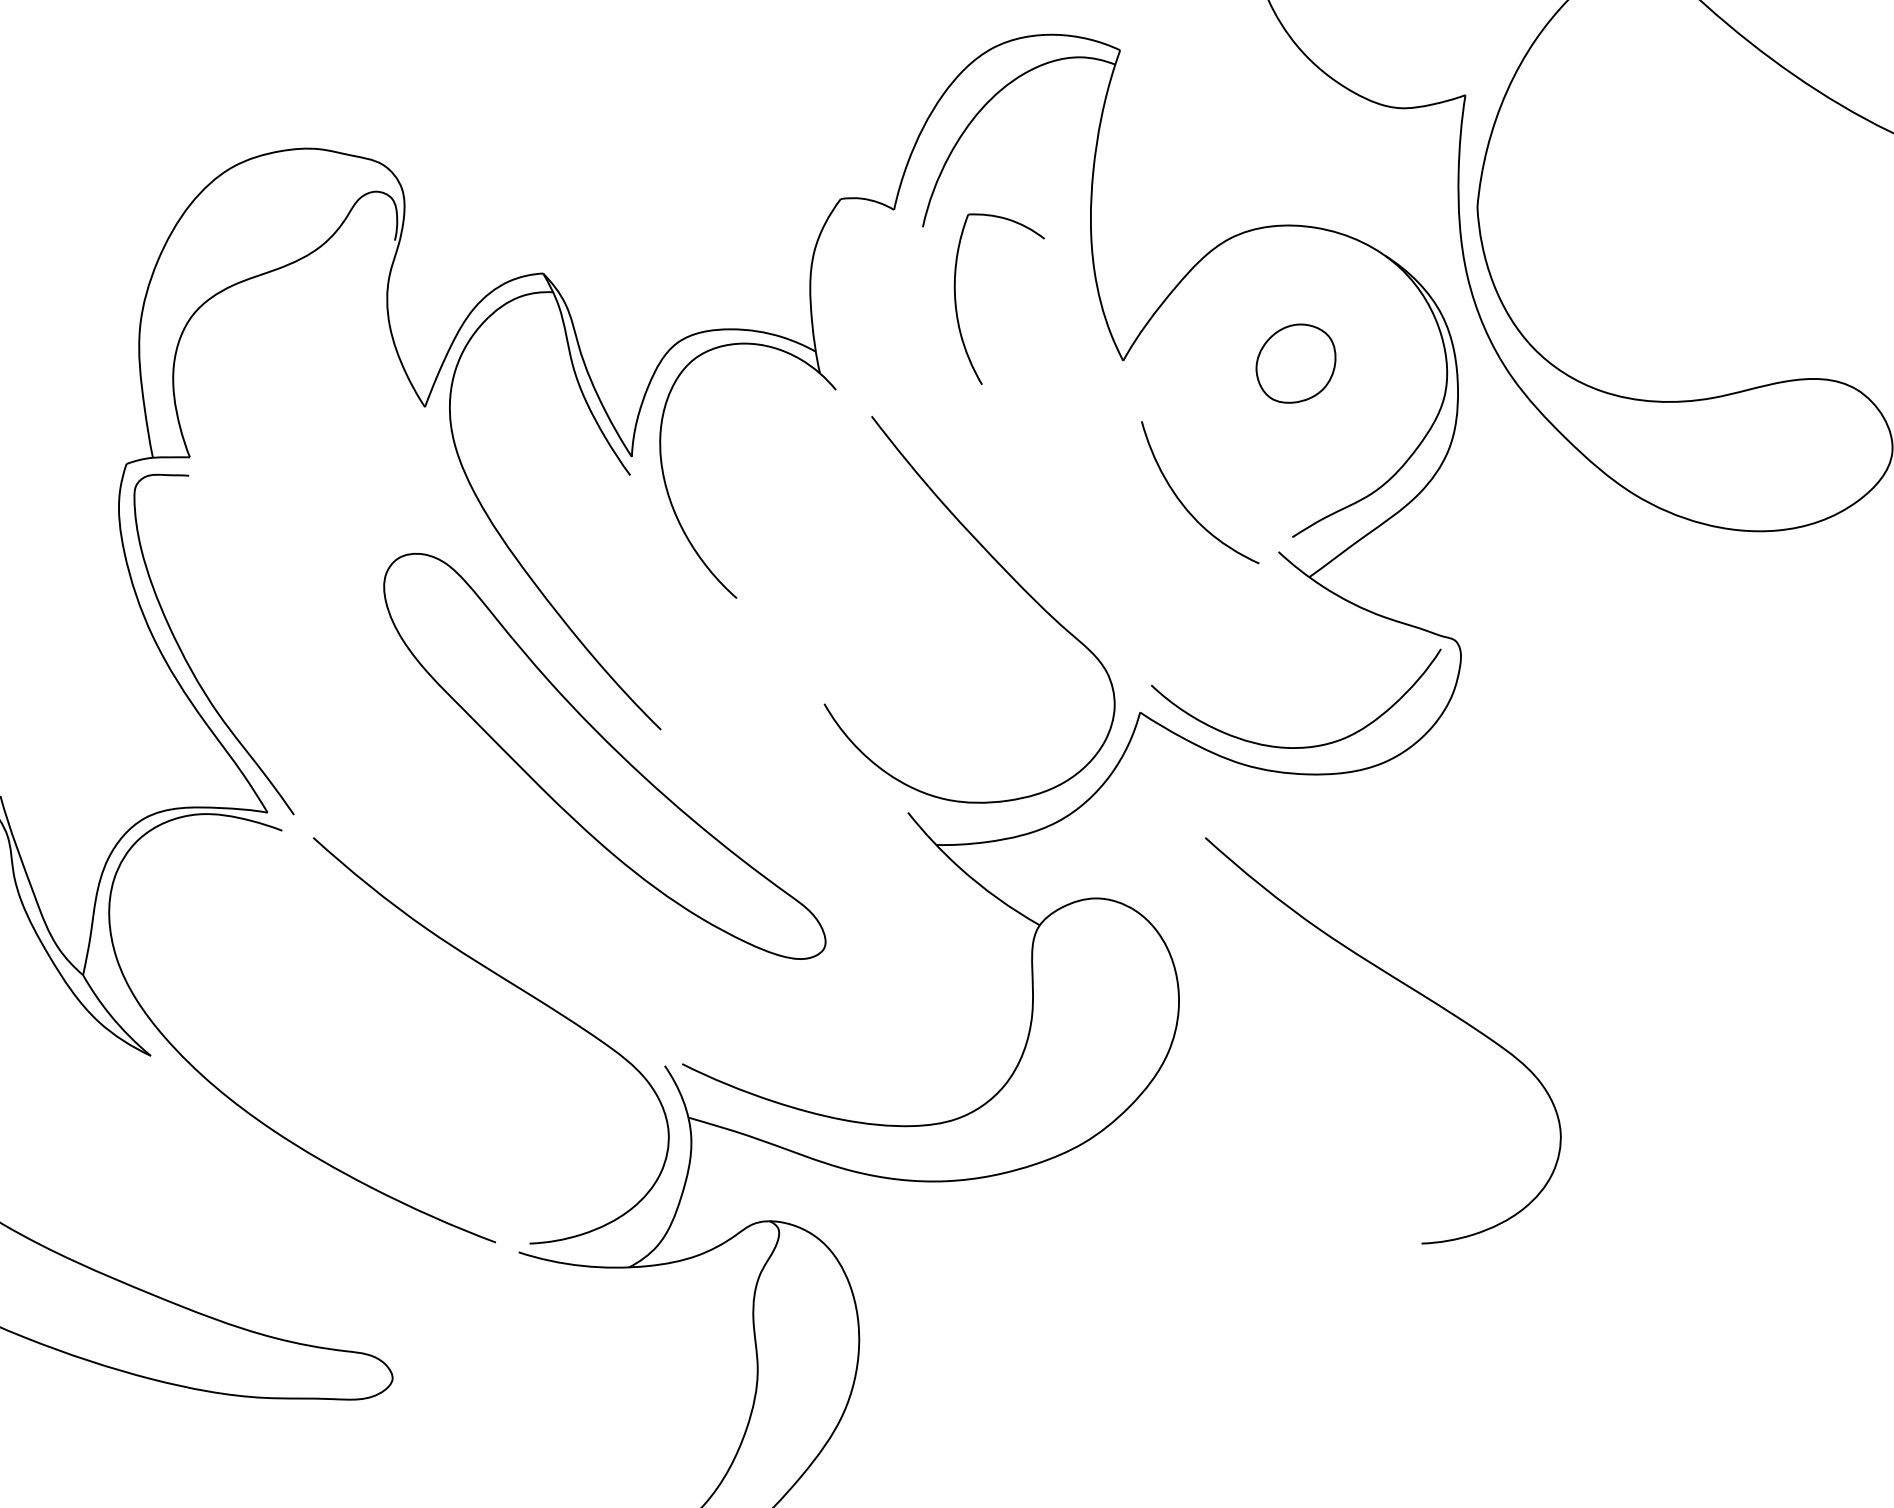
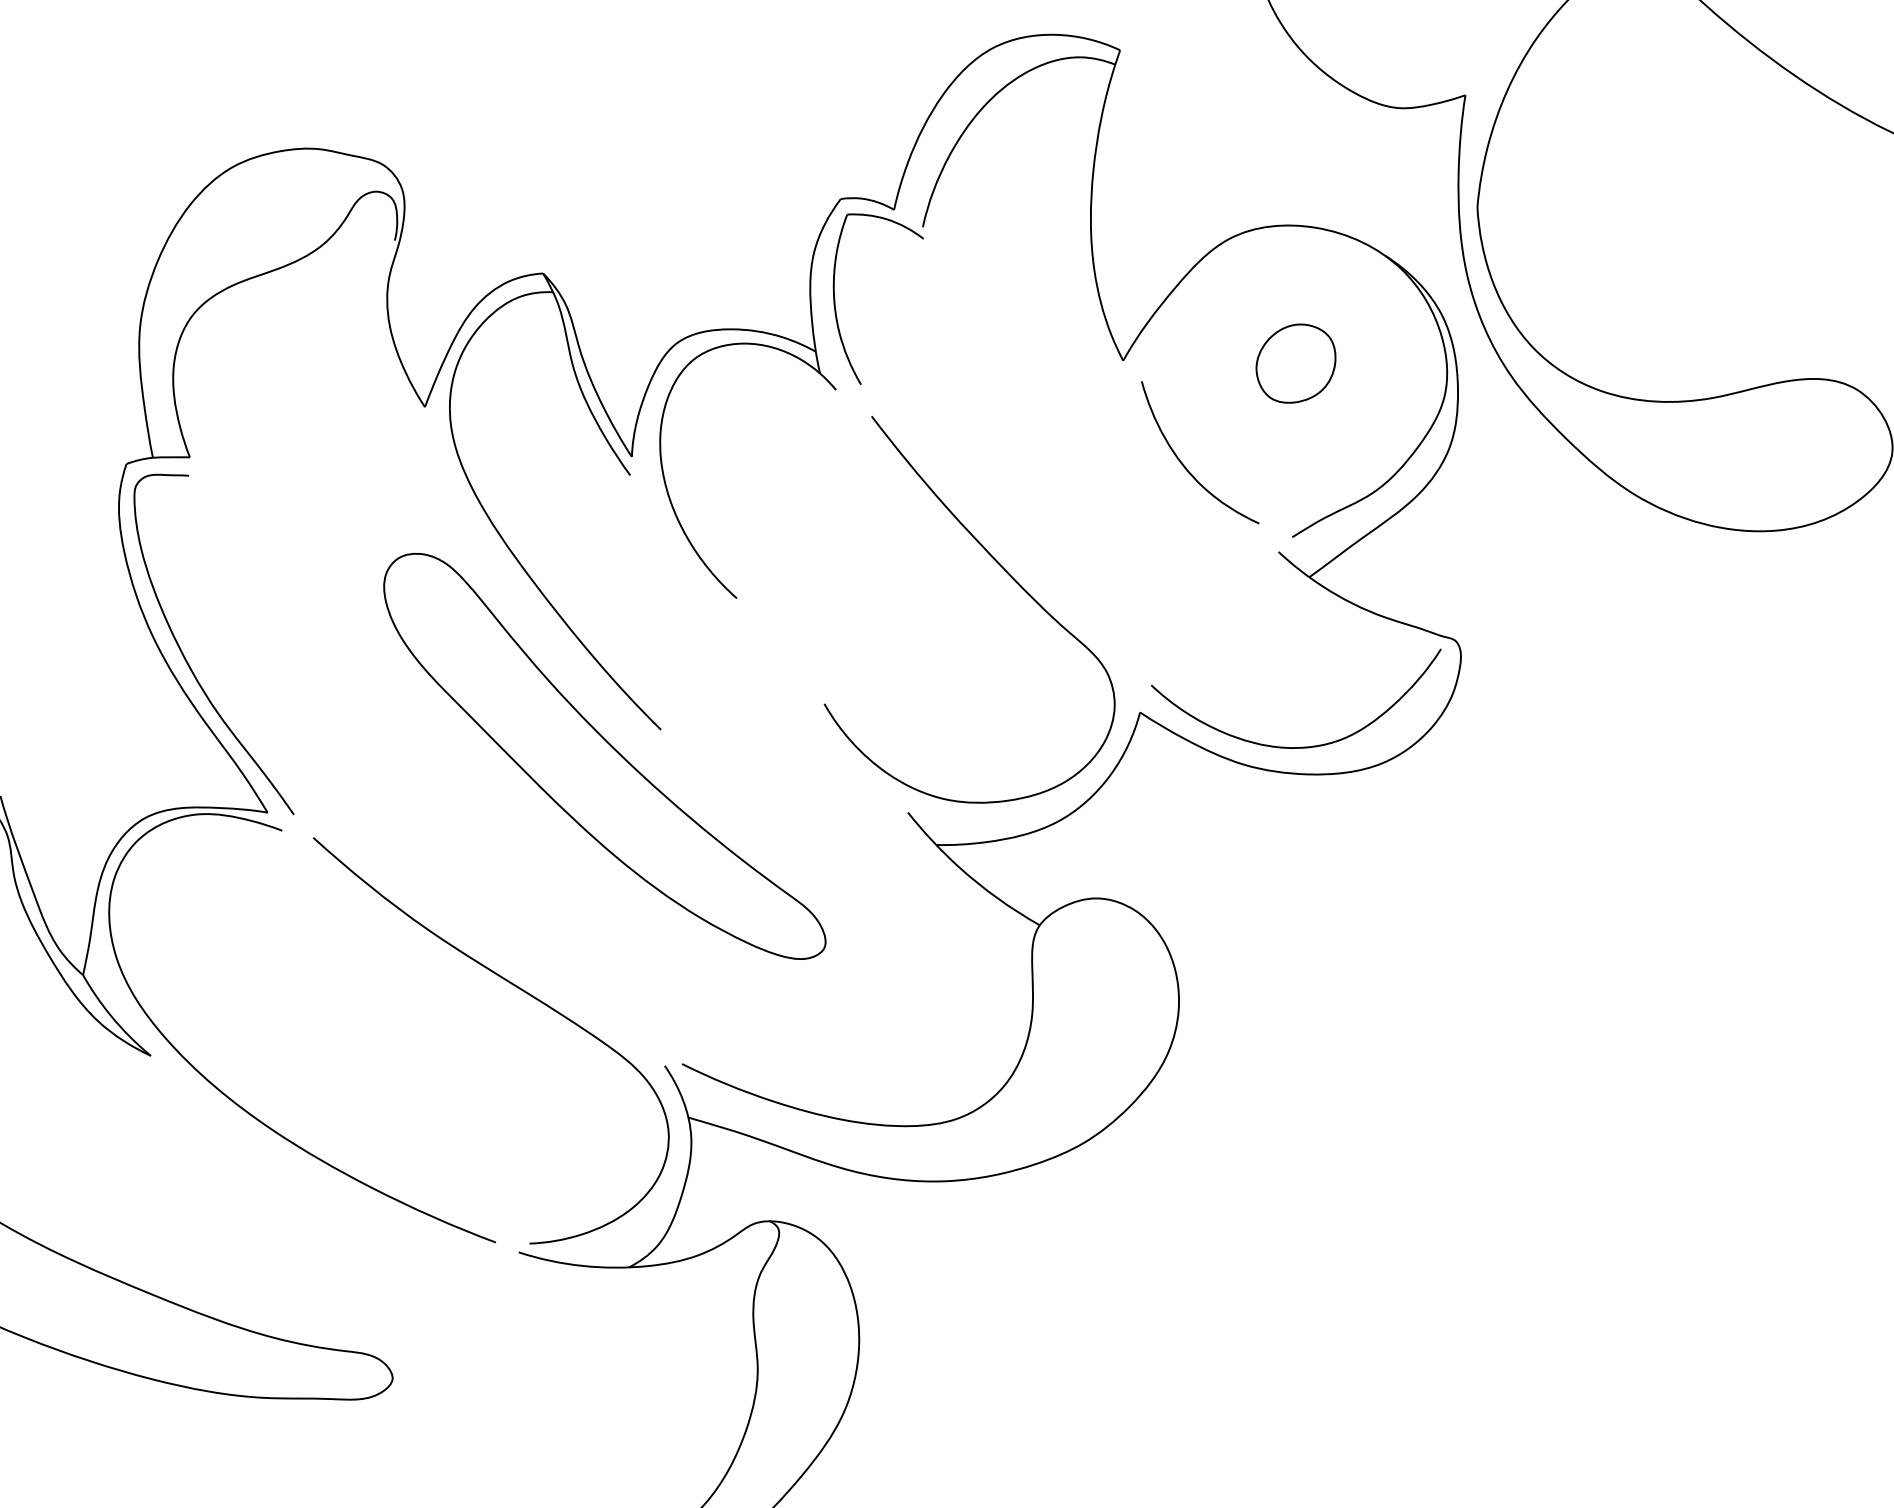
part at (956, 298) position: (956, 298) -> (835, 298)
curve at (1183, 503) position: (1183, 503) -> (1183, 463)
curve at (1414, 991): present -> none
